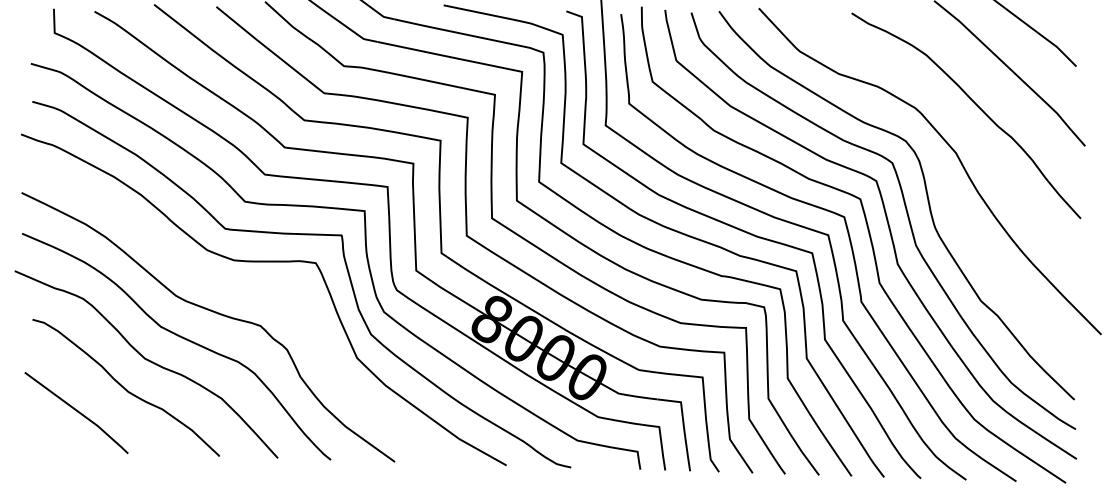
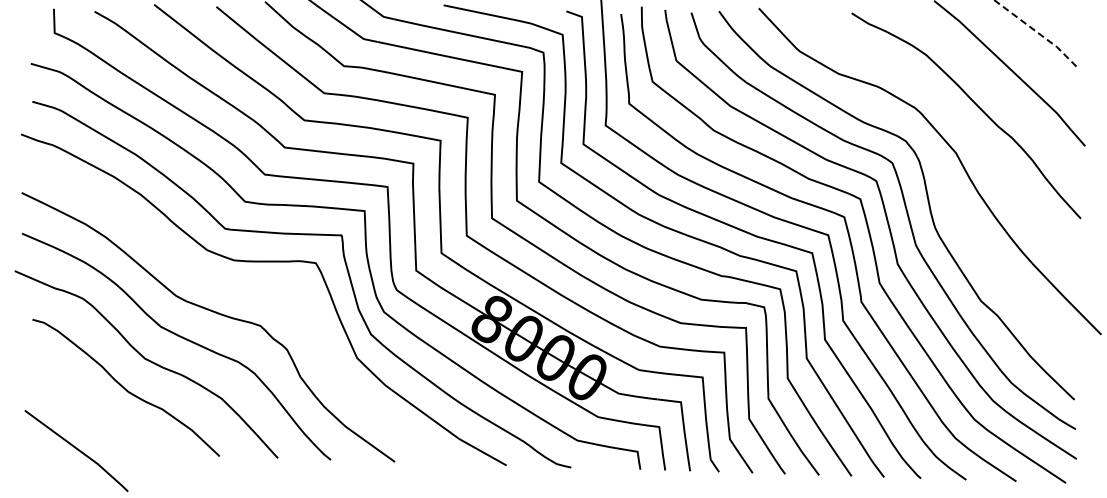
line at (1037, 32): solid -> dashed
line at (76, 411) position: (76, 411) -> (76, 449)
